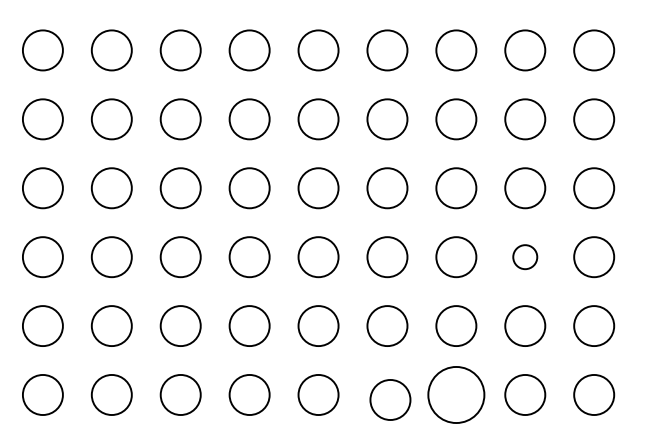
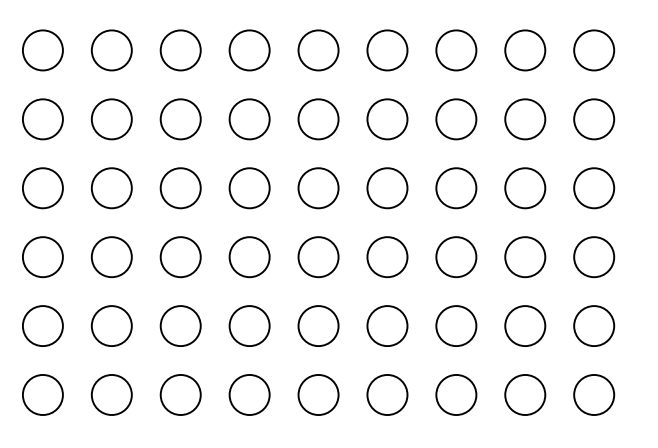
circle at (525, 257) diameter: 24 px -> 40 px
circle at (456, 394) diameter: 56 px -> 40 px
circle at (390, 399) position: (390, 399) -> (387, 394)
